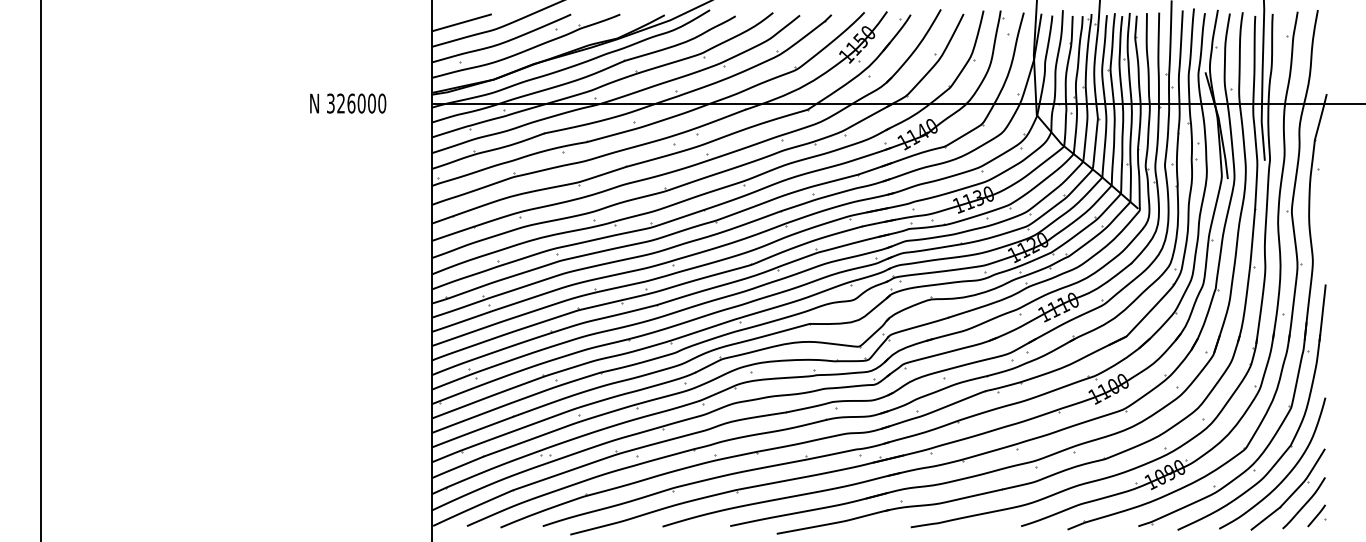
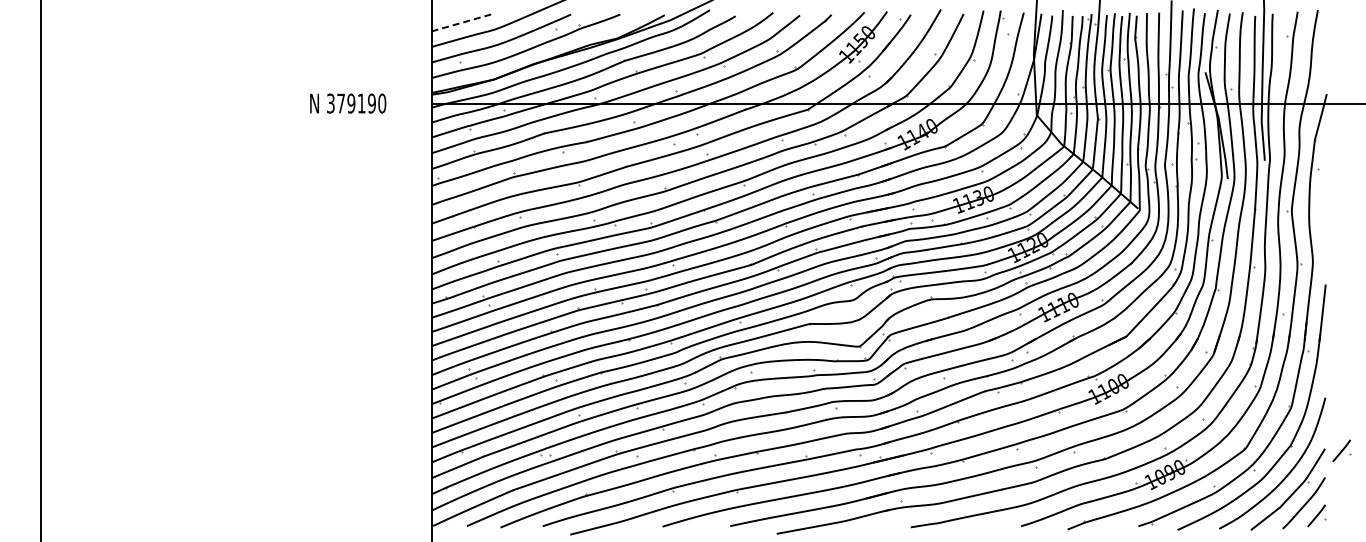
line at (461, 23): solid -> dashed
text at (356, 103): 326000 -> 379190
part at (1341, 450): none -> present
